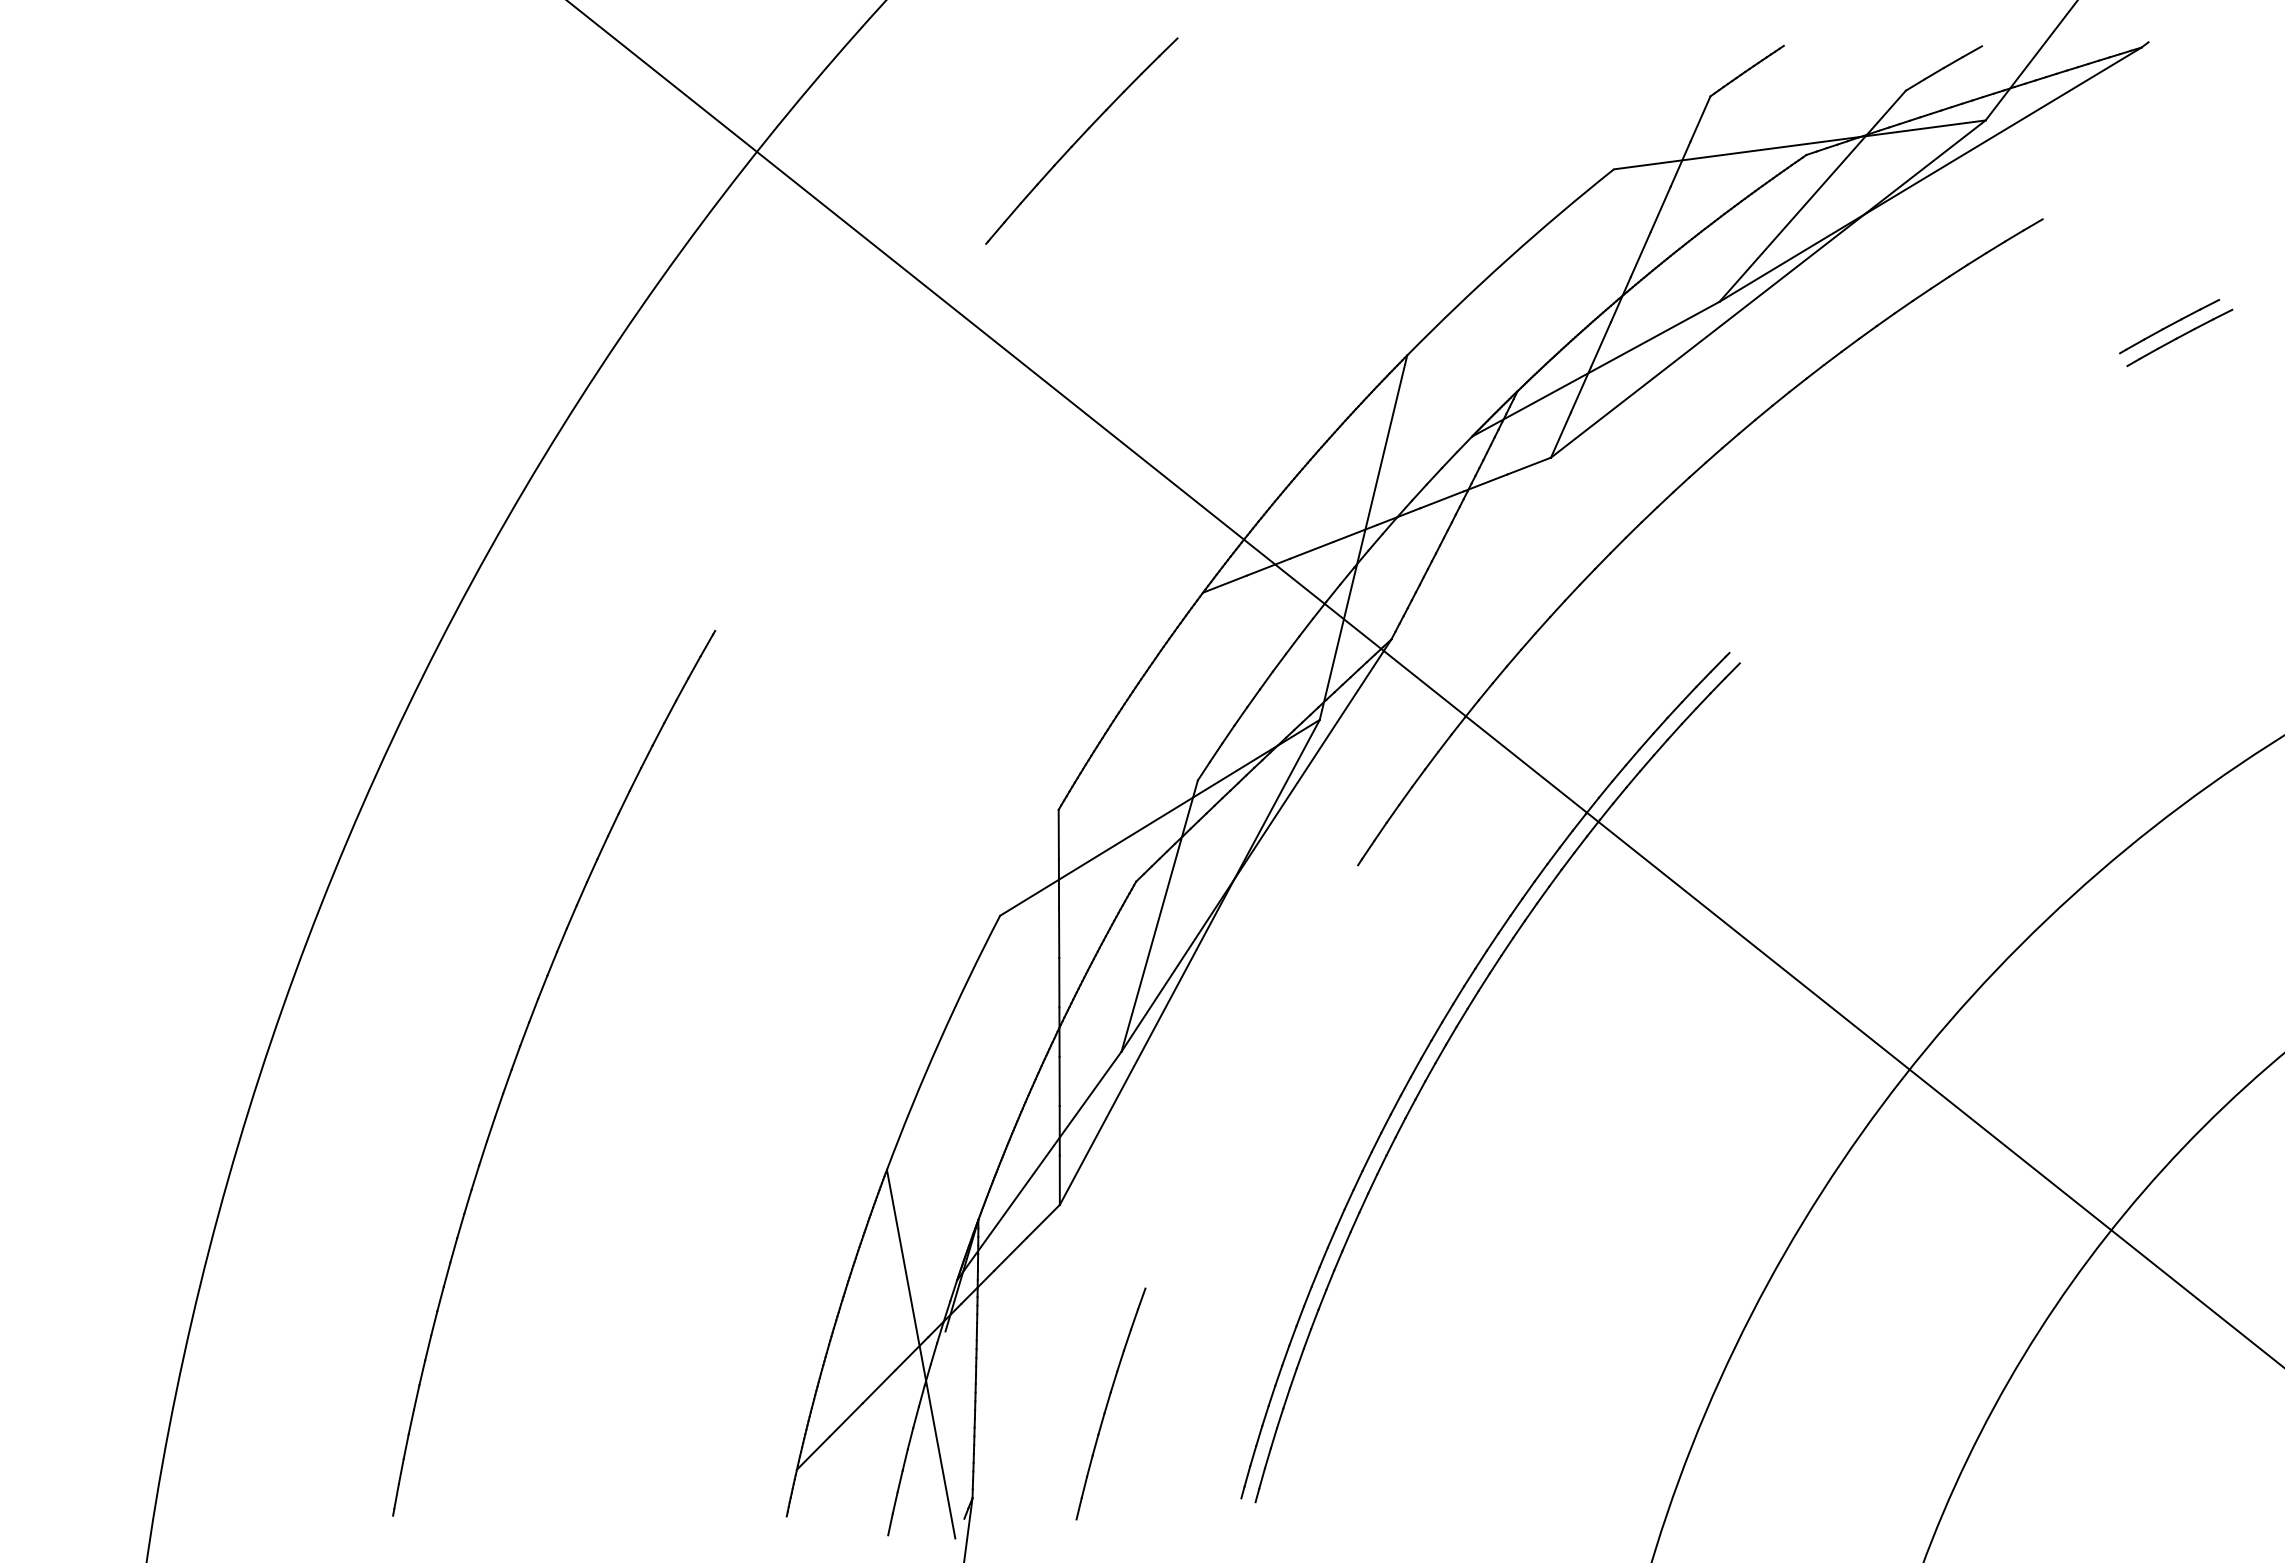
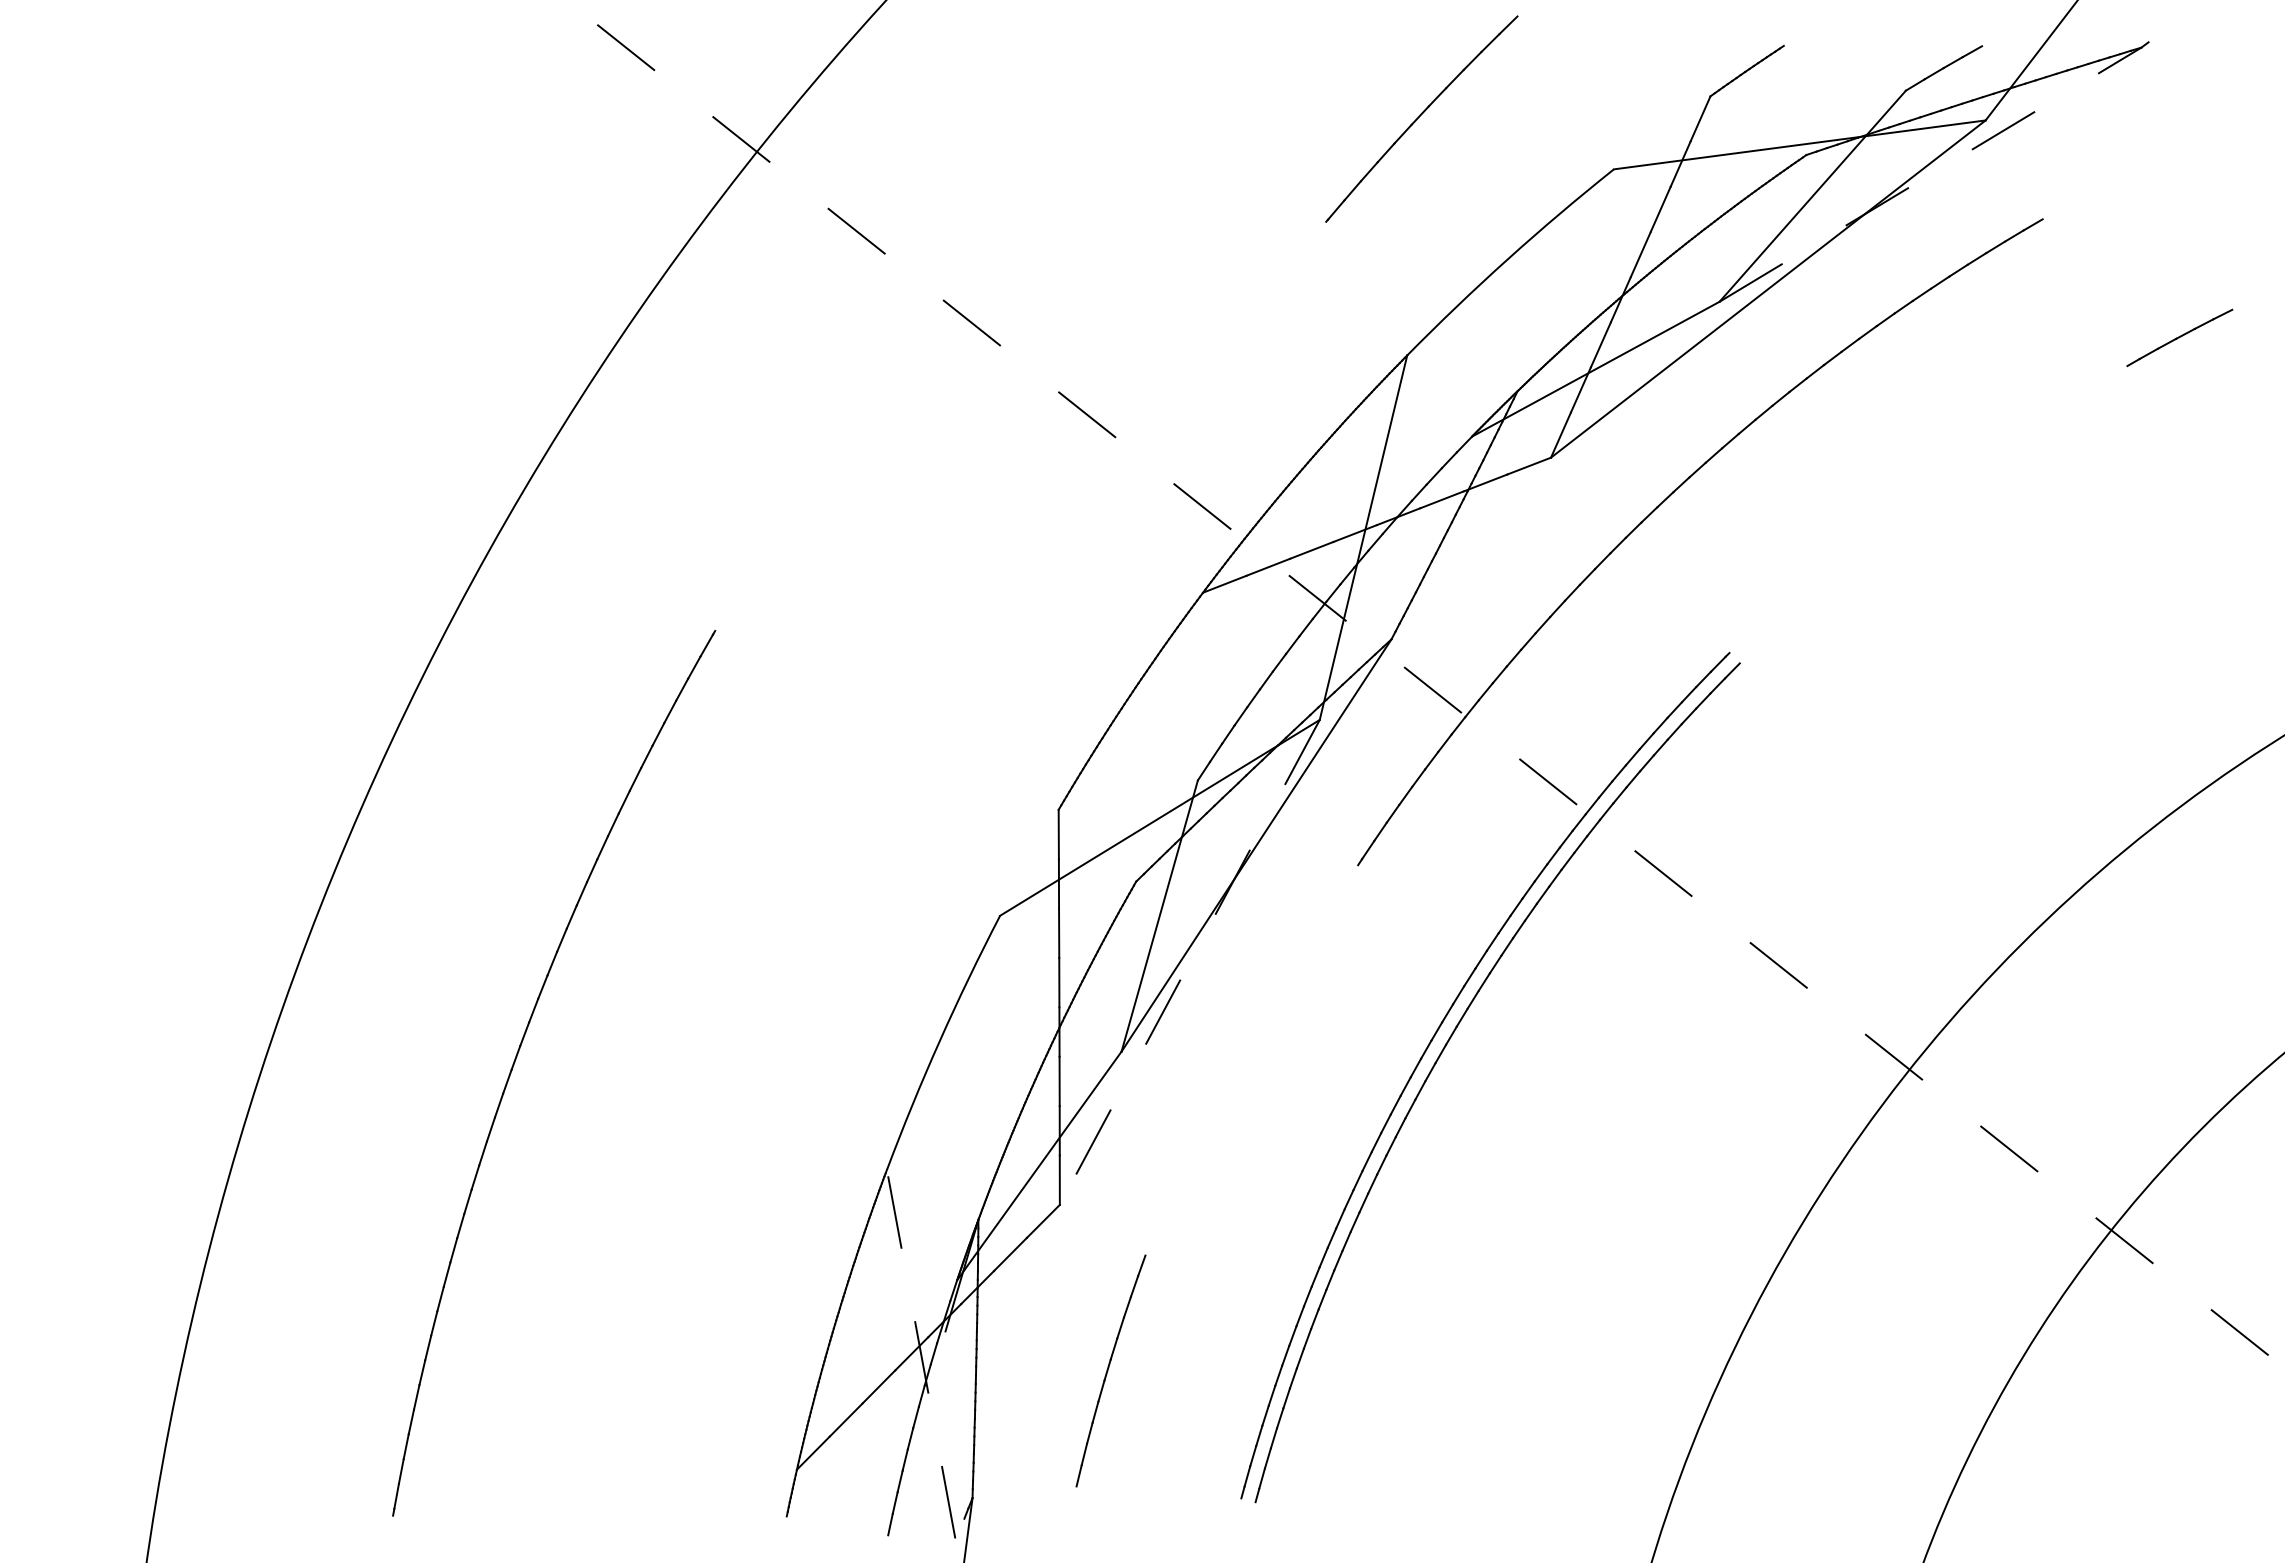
part at (1081, 140) position: (1081, 140) -> (1421, 118)
line at (1930, 174): solid -> dashed
line at (2169, 326): present -> none
line at (1425, 684): solid -> dashed
line at (1189, 962): solid -> dashed
line at (921, 1353): solid -> dashed
part at (1110, 1403) position: (1110, 1403) -> (1110, 1370)
